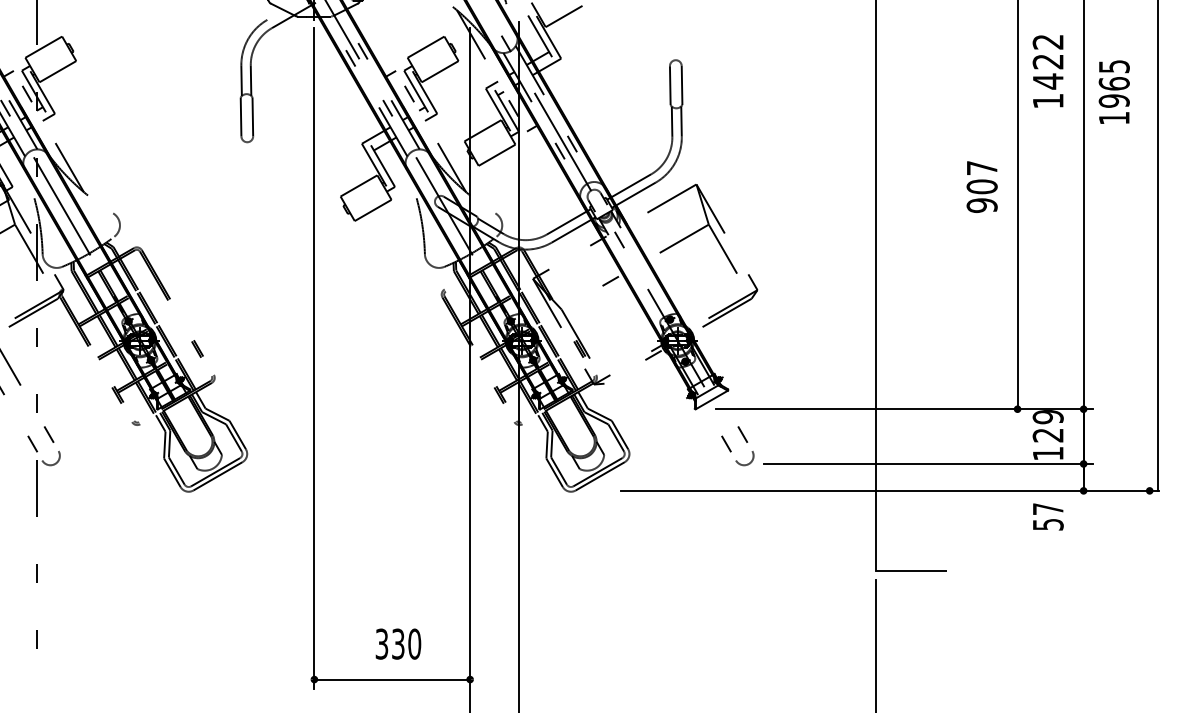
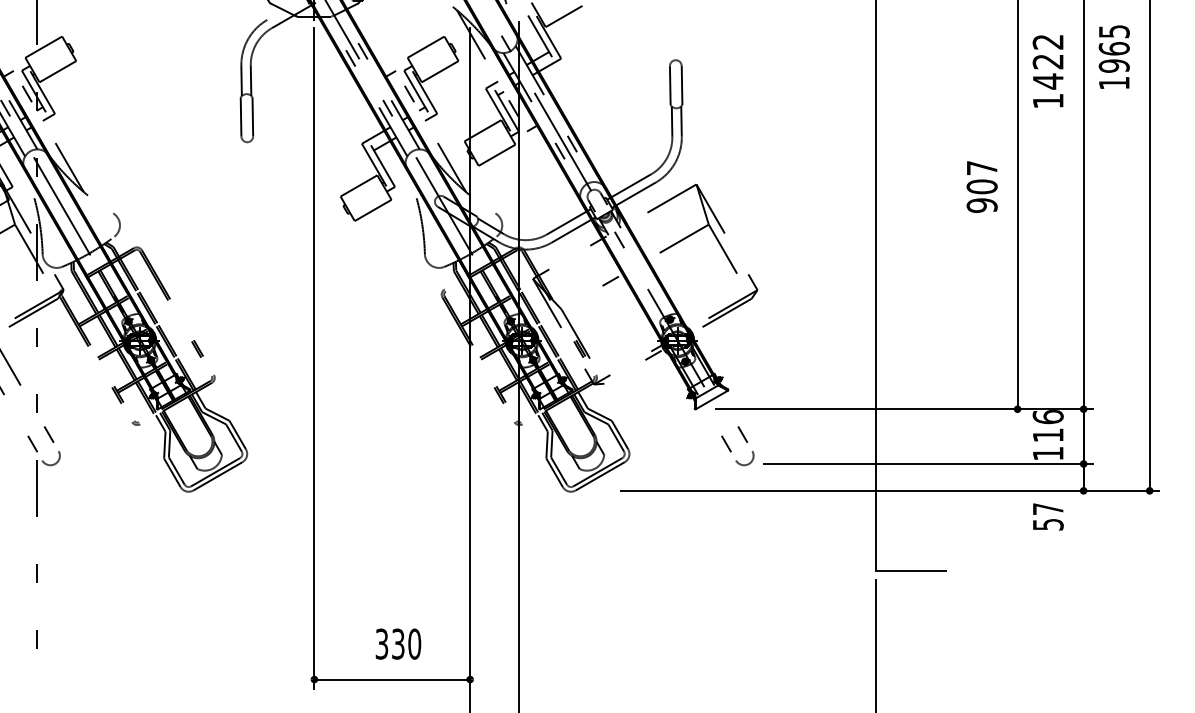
text at (1113, 91) position: (1113, 91) -> (1113, 56)
line at (1157, 246) position: (1157, 246) -> (1149, 246)
text at (1047, 426): 129 -> 116
